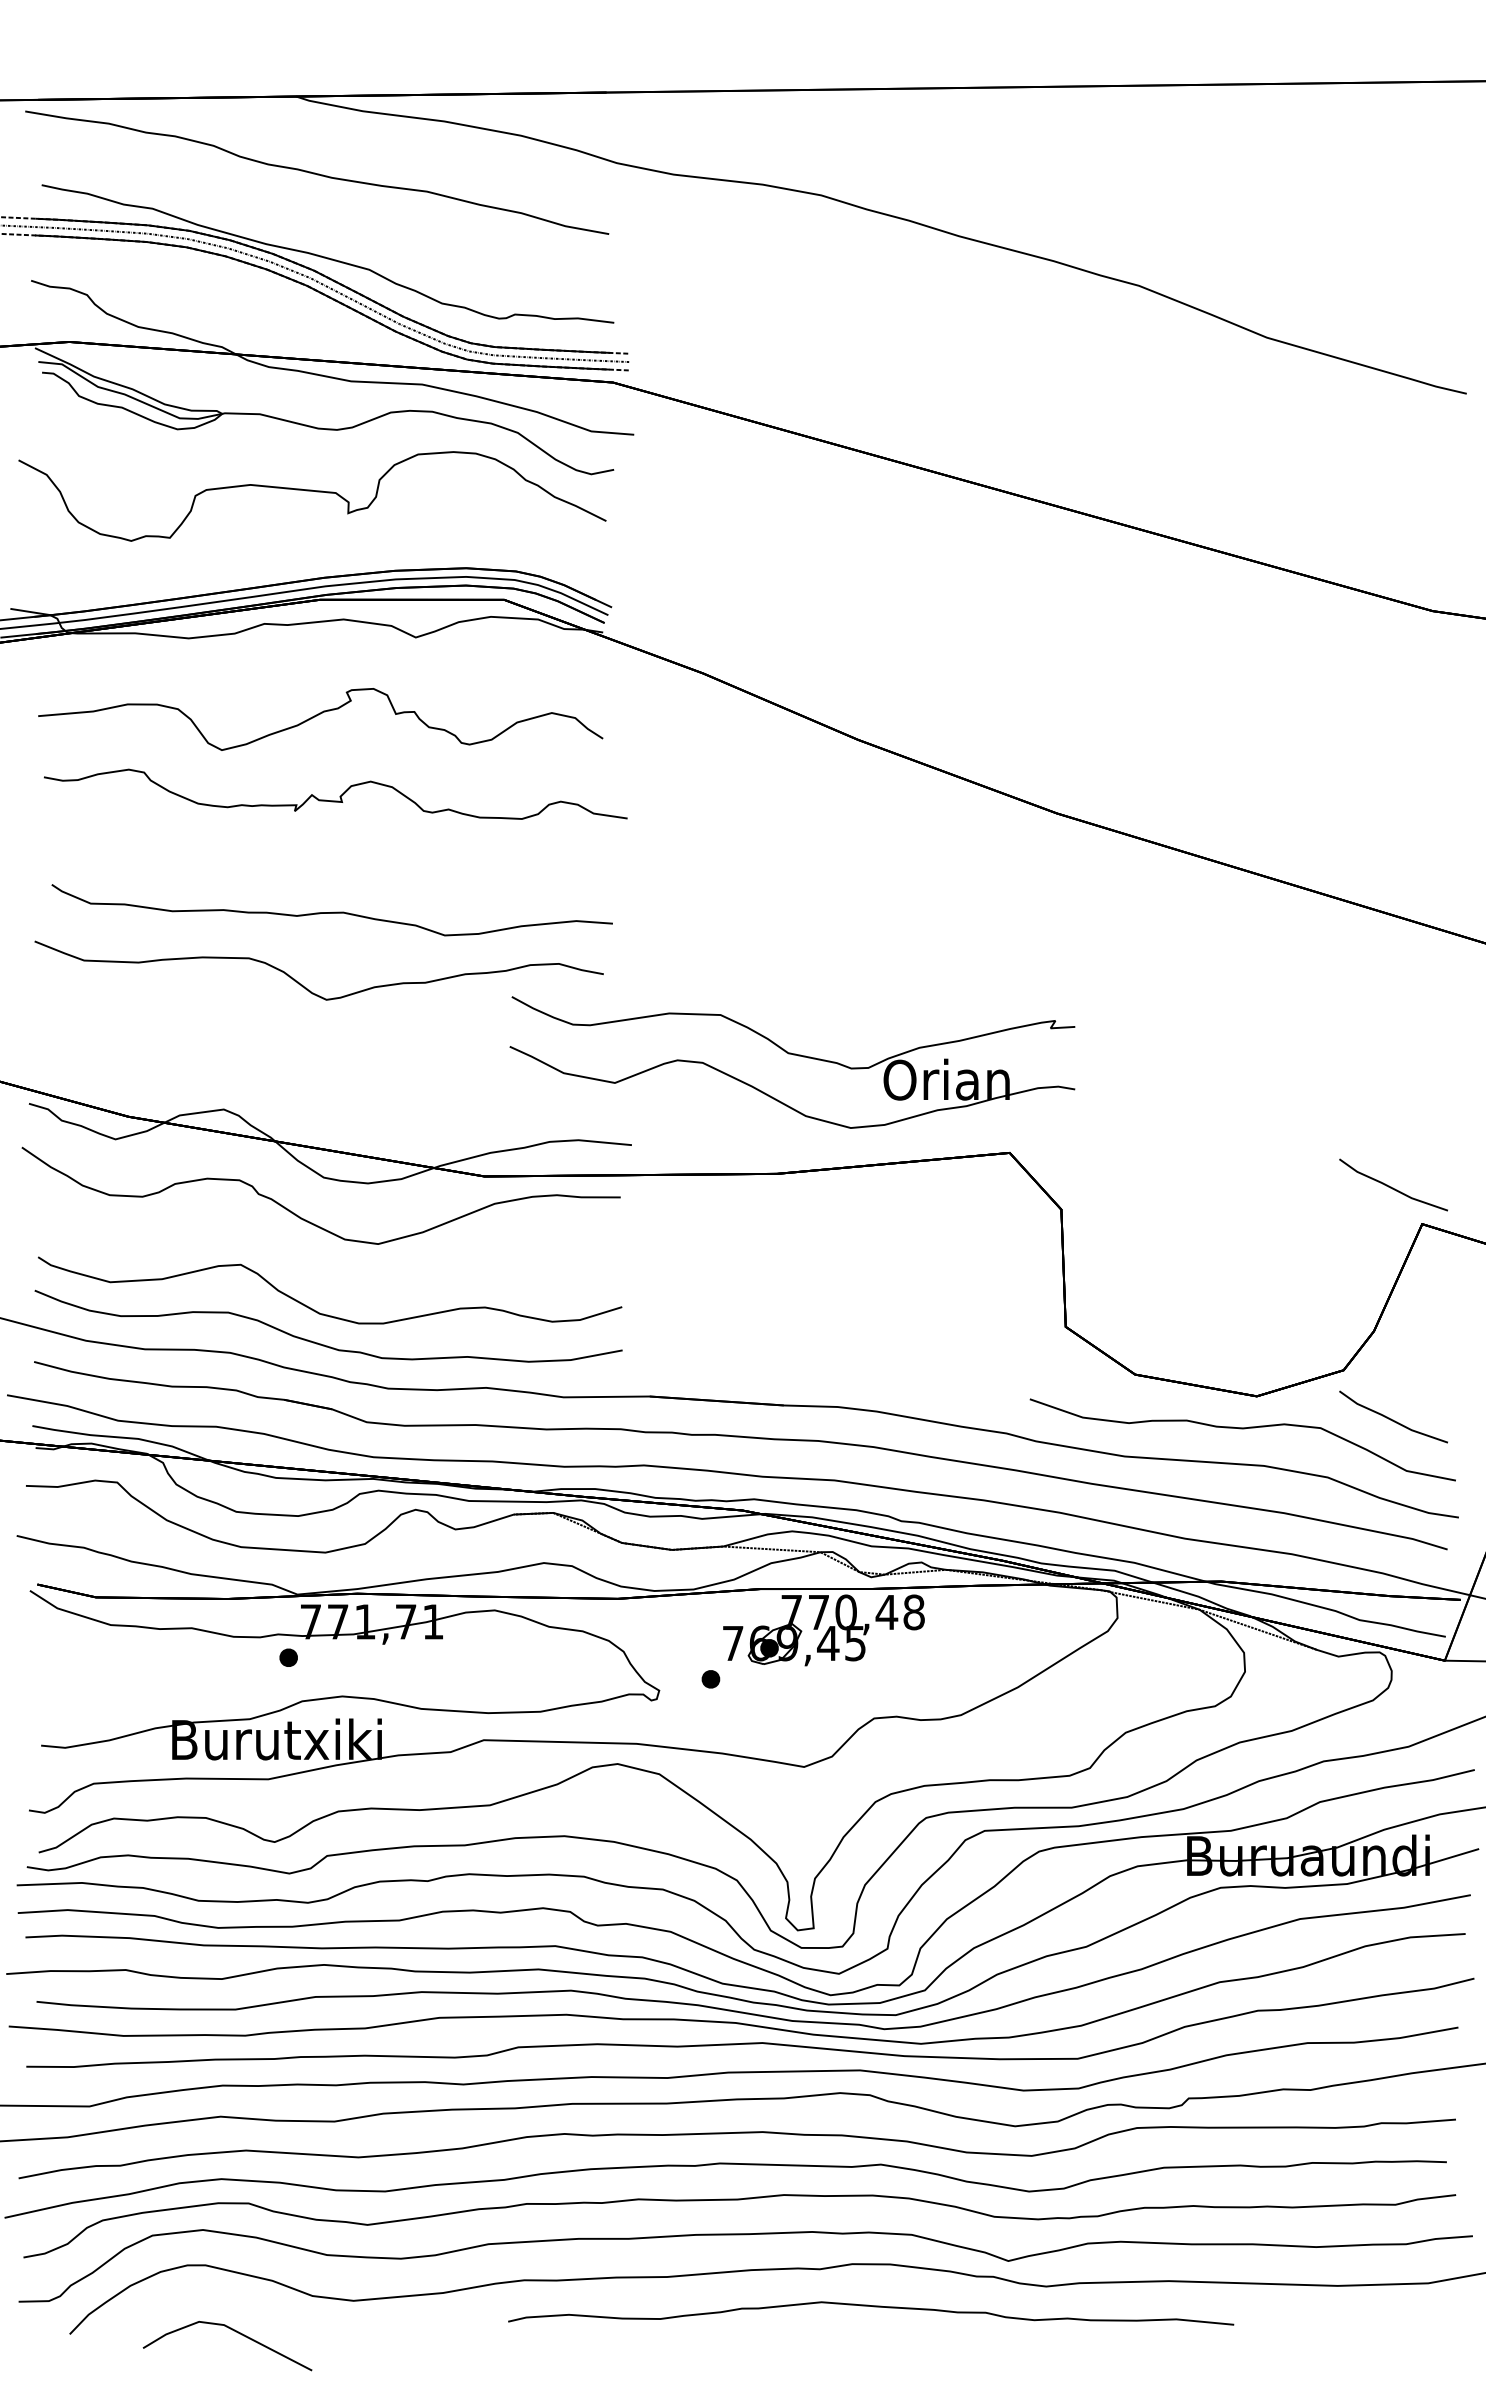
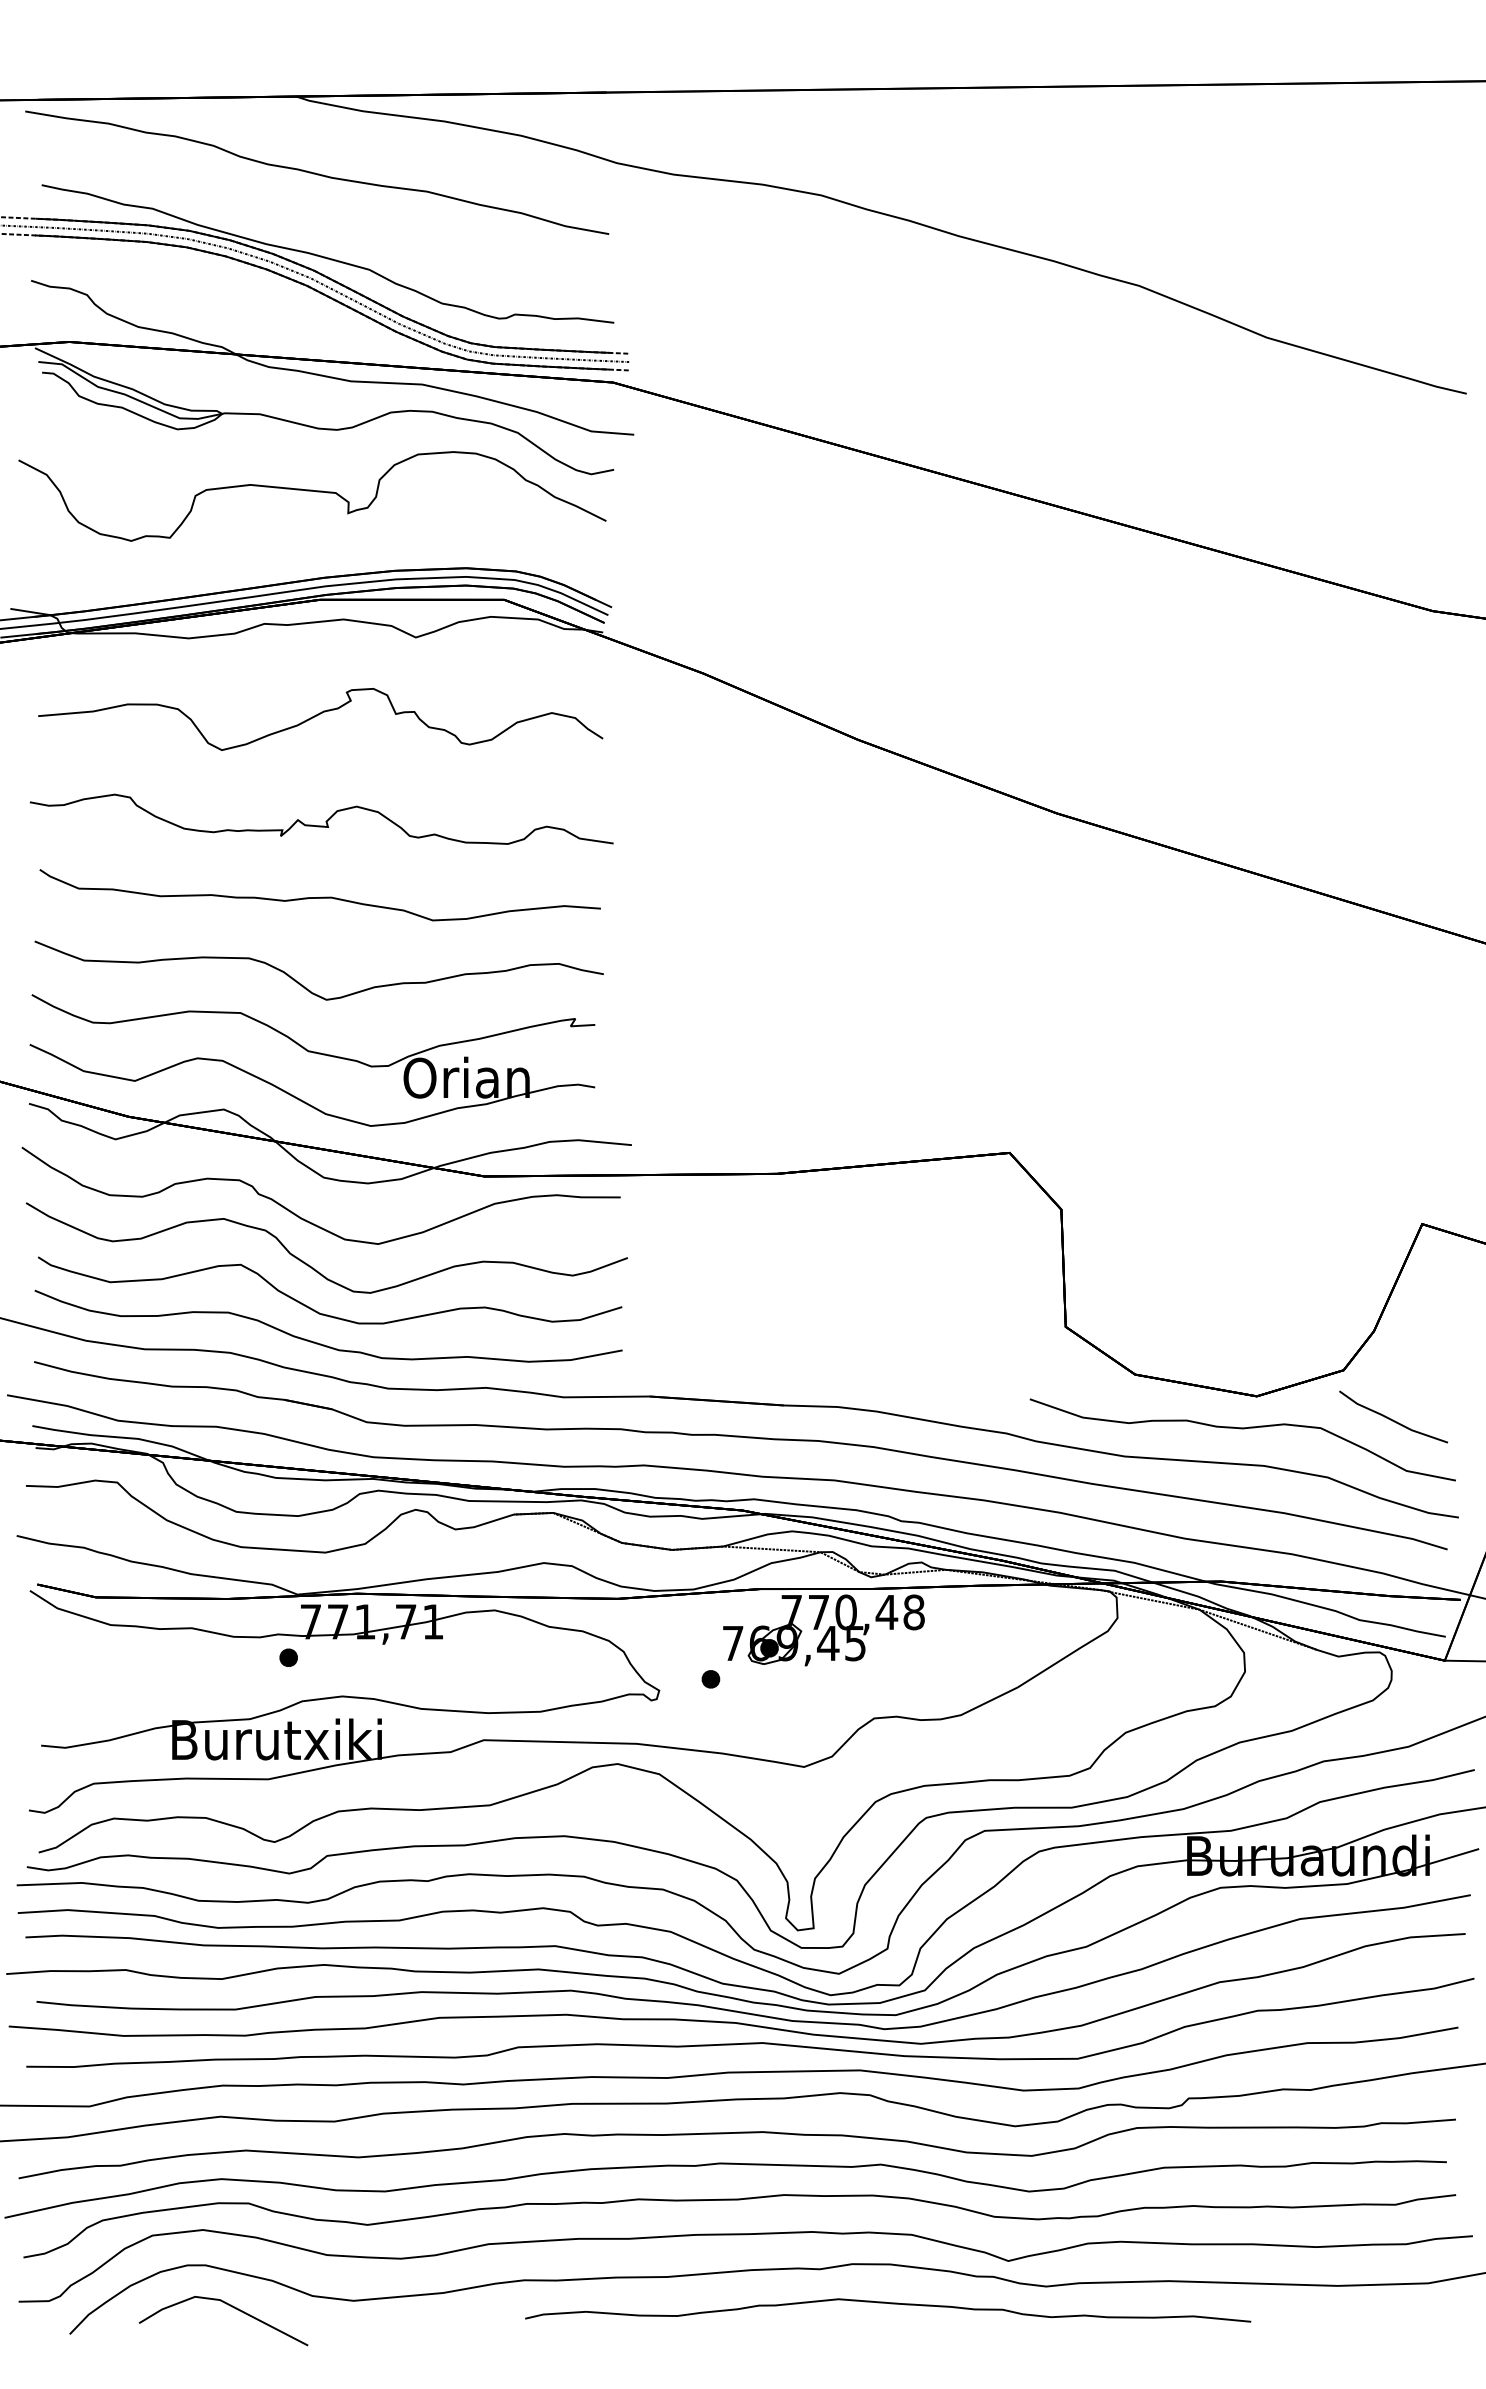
curve at (339, 796) position: (339, 796) -> (325, 821)
curve at (331, 912) position: (331, 912) -> (319, 897)
part at (793, 1055) position: (793, 1055) -> (313, 1053)
line at (1391, 1186): present -> none
curve at (313, 1267): none -> present
curve at (873, 2307) position: (873, 2307) -> (890, 2304)
line at (234, 2331) position: (234, 2331) -> (230, 2306)
